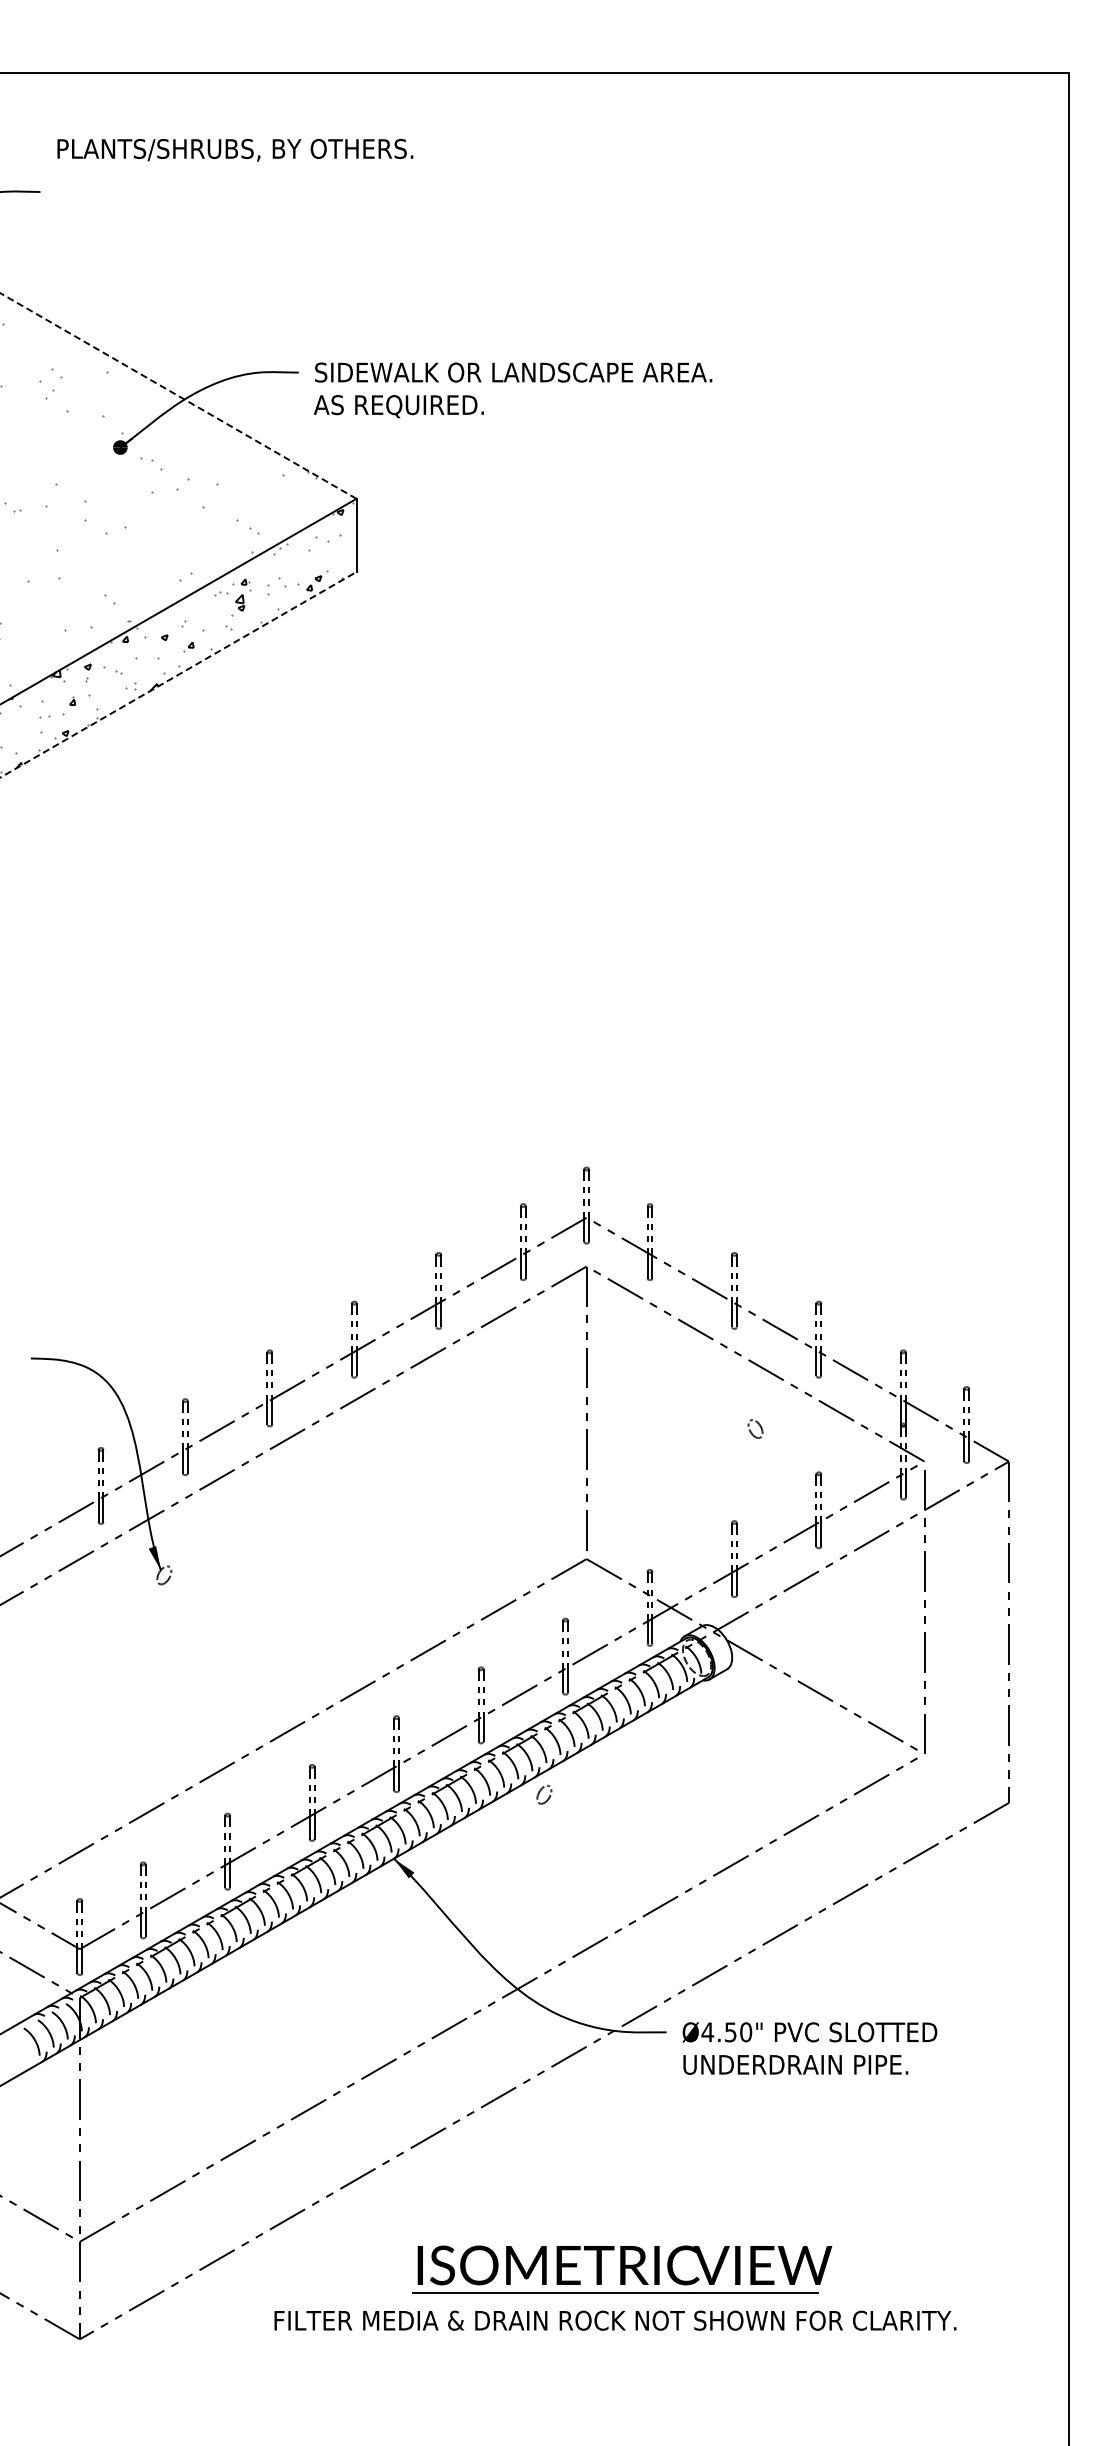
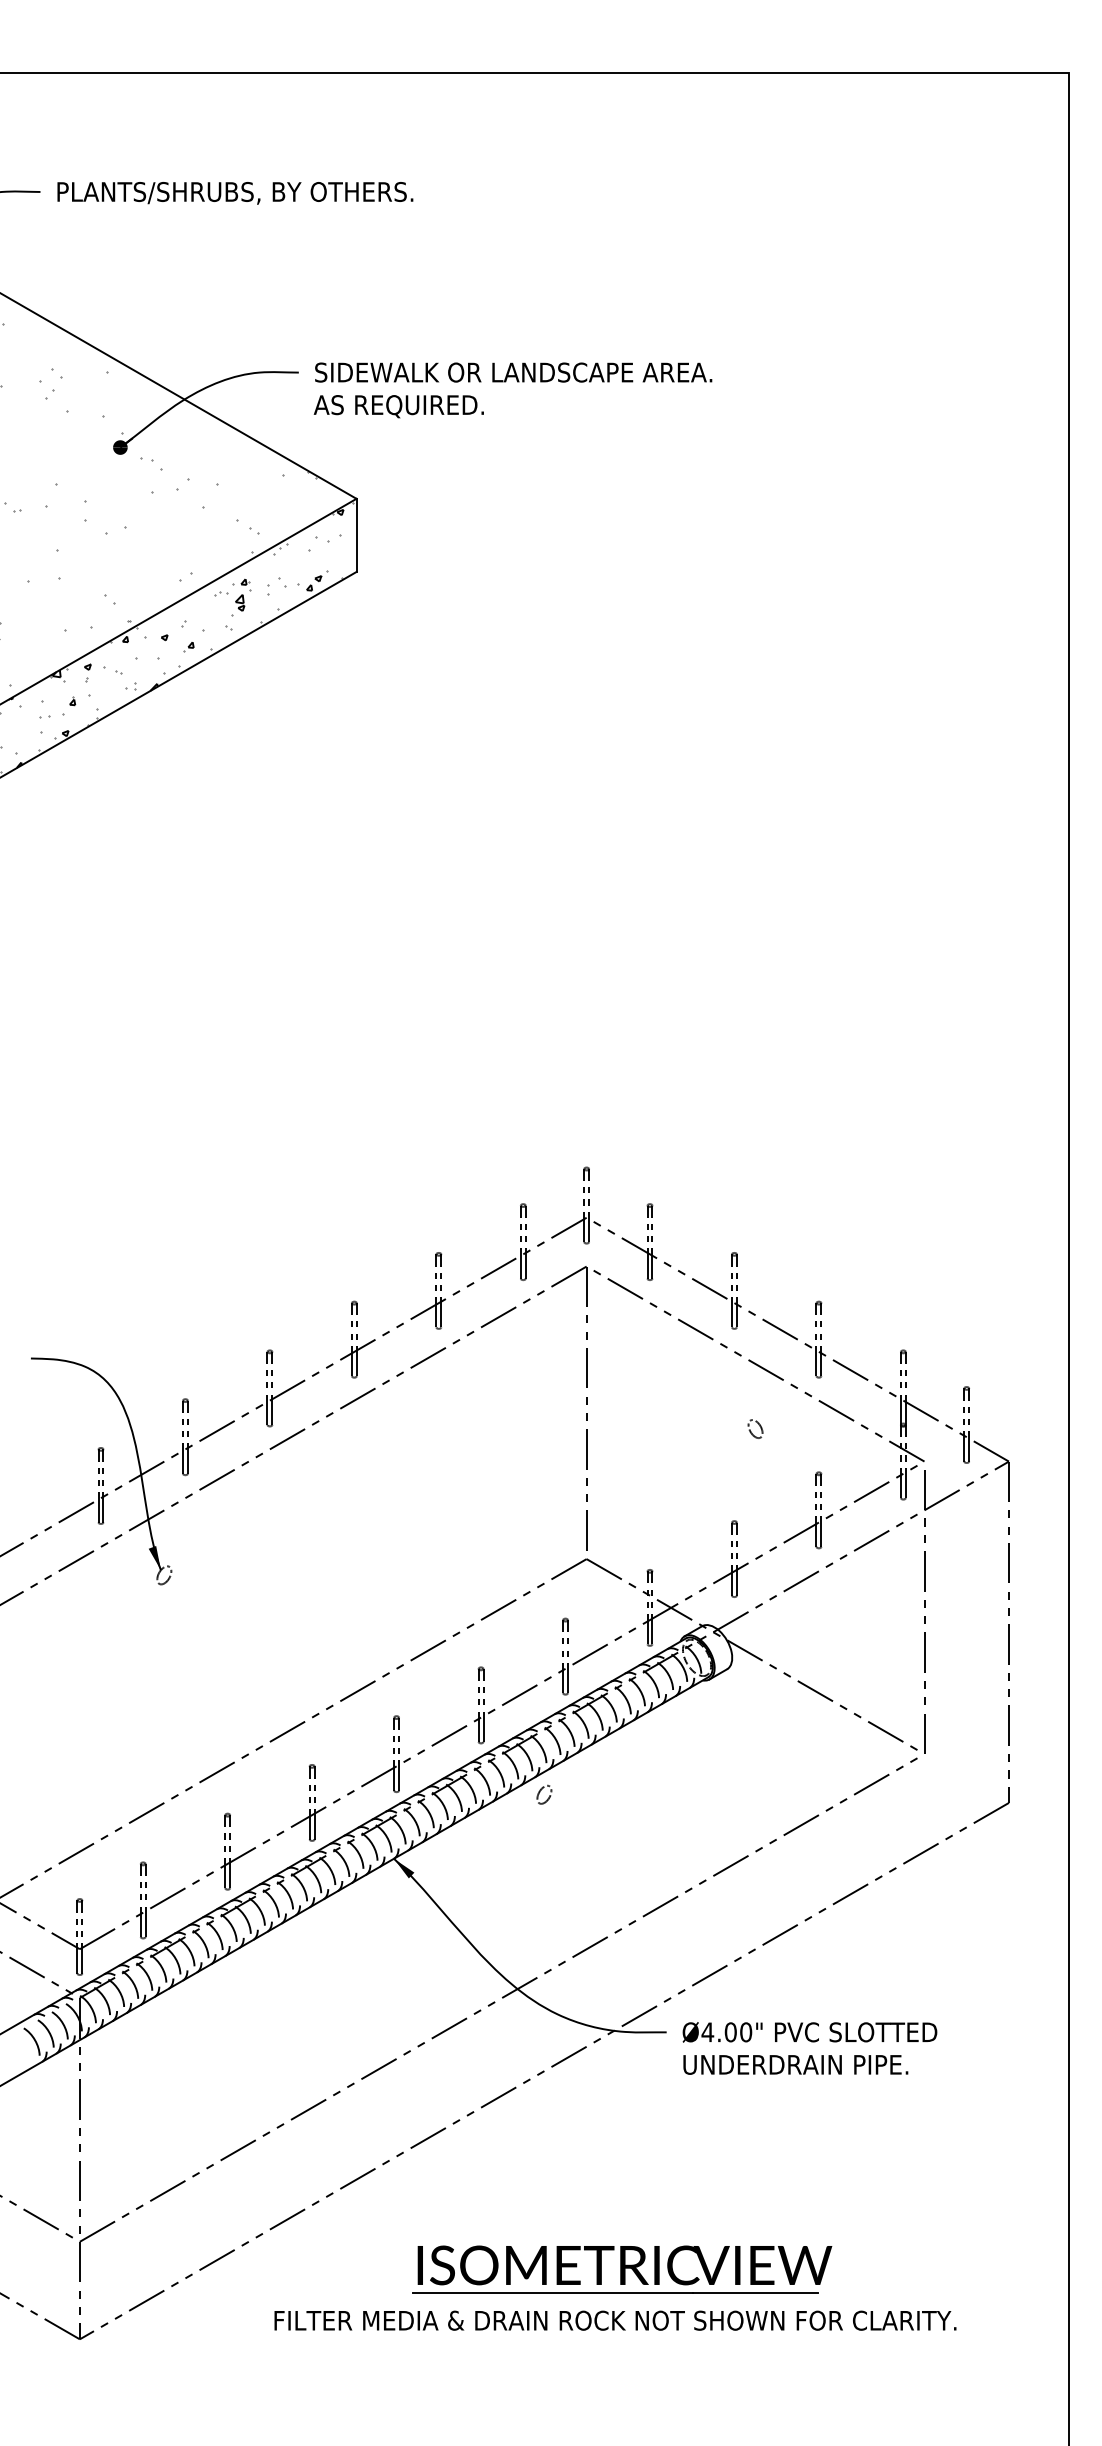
text at (235, 150) position: (235, 150) -> (235, 193)
line at (178, 395): dashed -> solid
line at (179, 674): dashed -> solid
text at (730, 2032): Ø4.50" -> Ø4.00"
